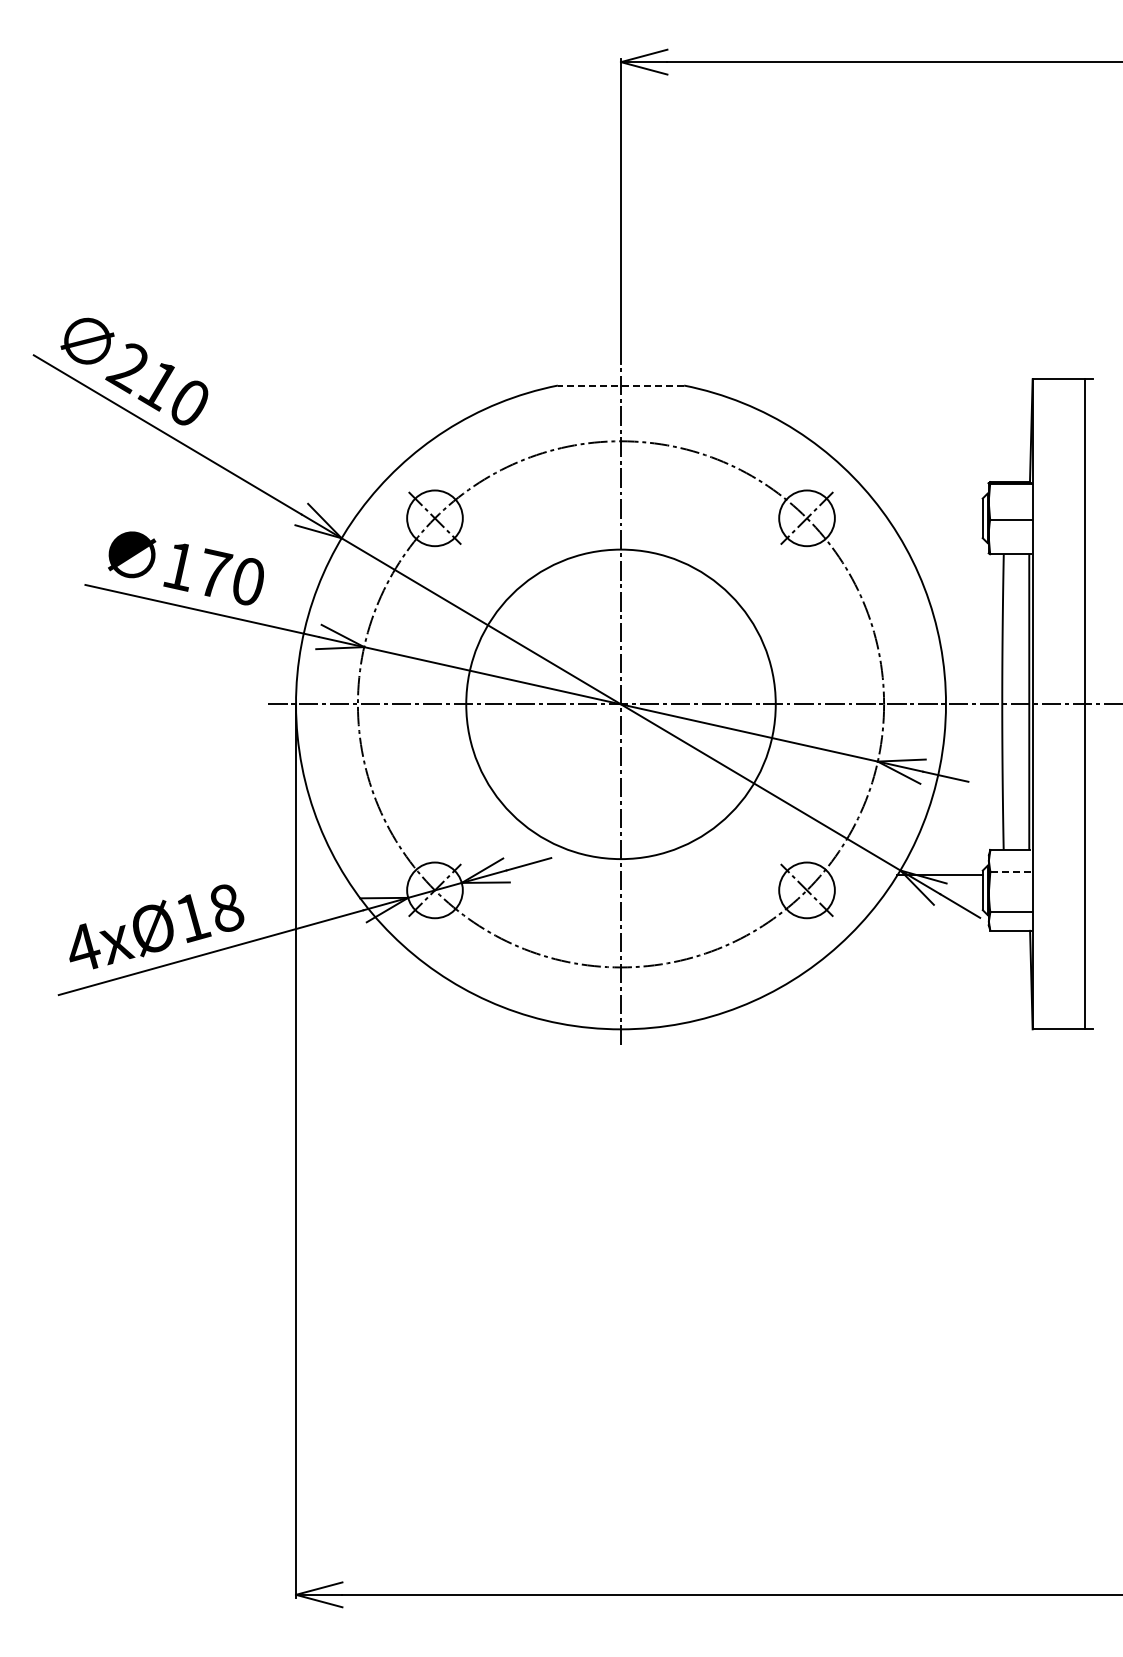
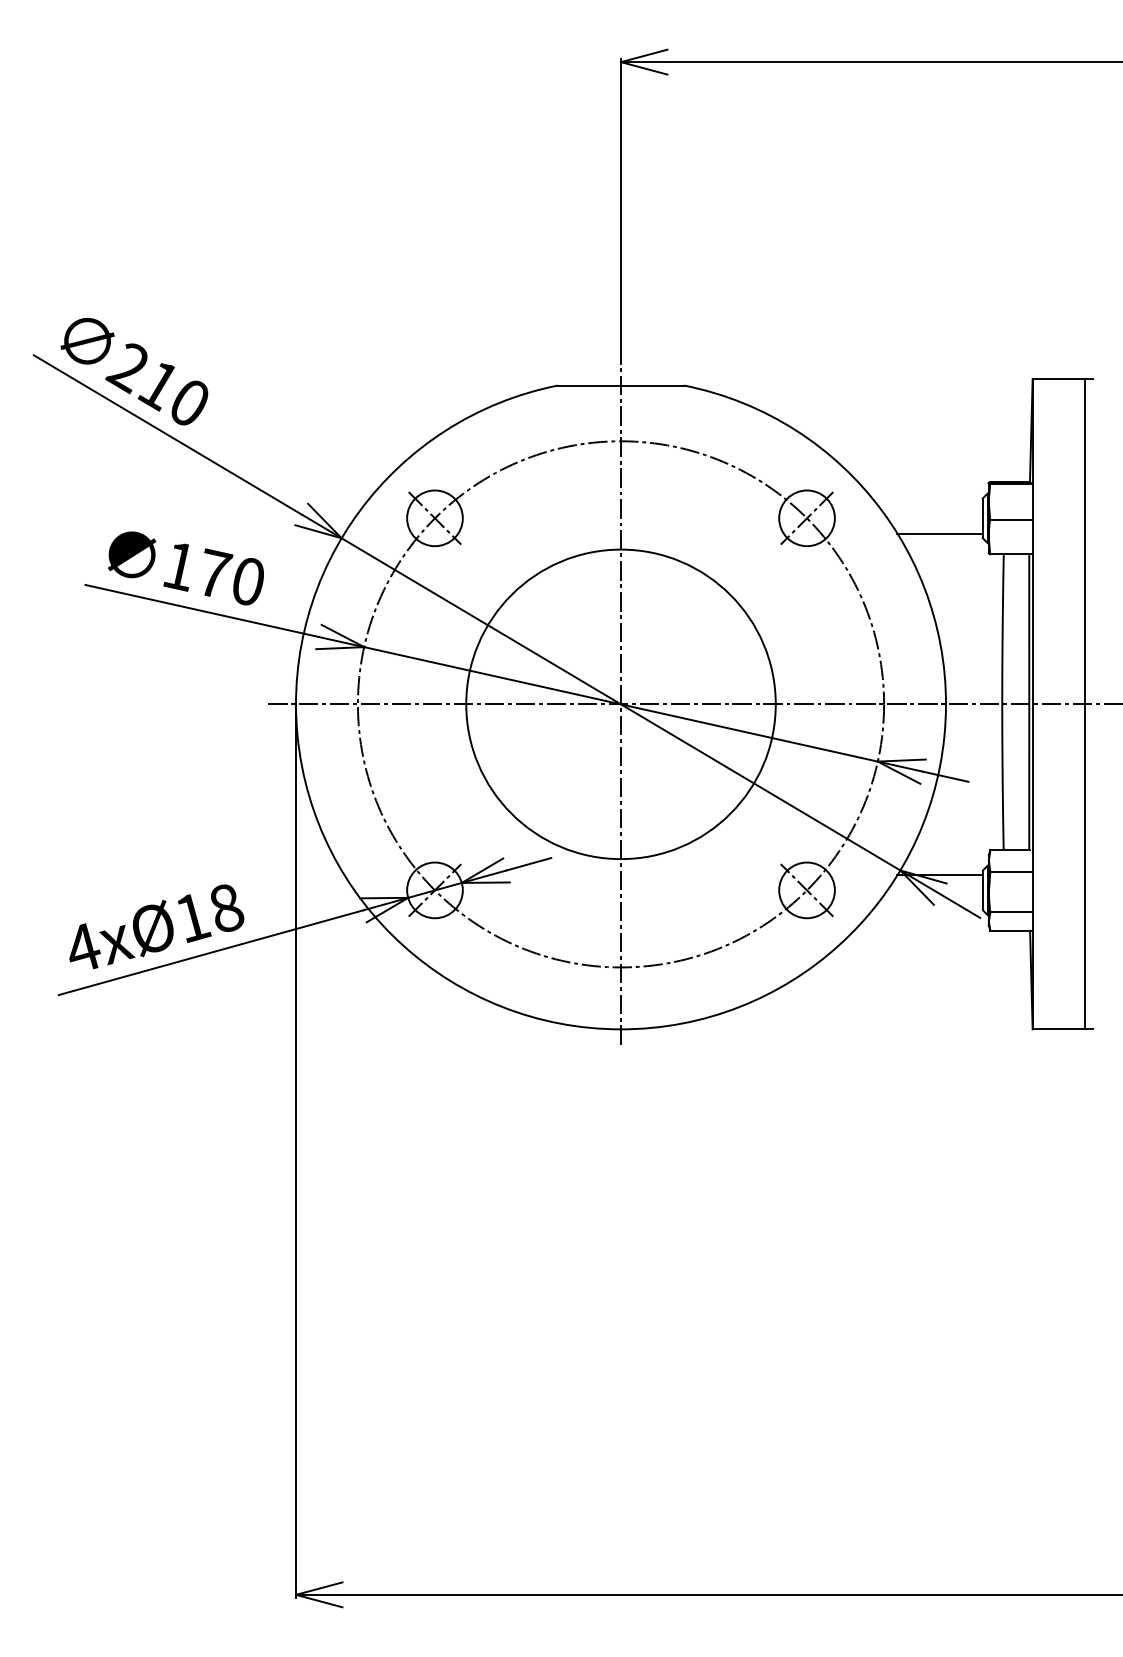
line at (620, 385): dashed -> solid
line at (939, 533): none -> present
line at (1010, 871): dashed -> solid
